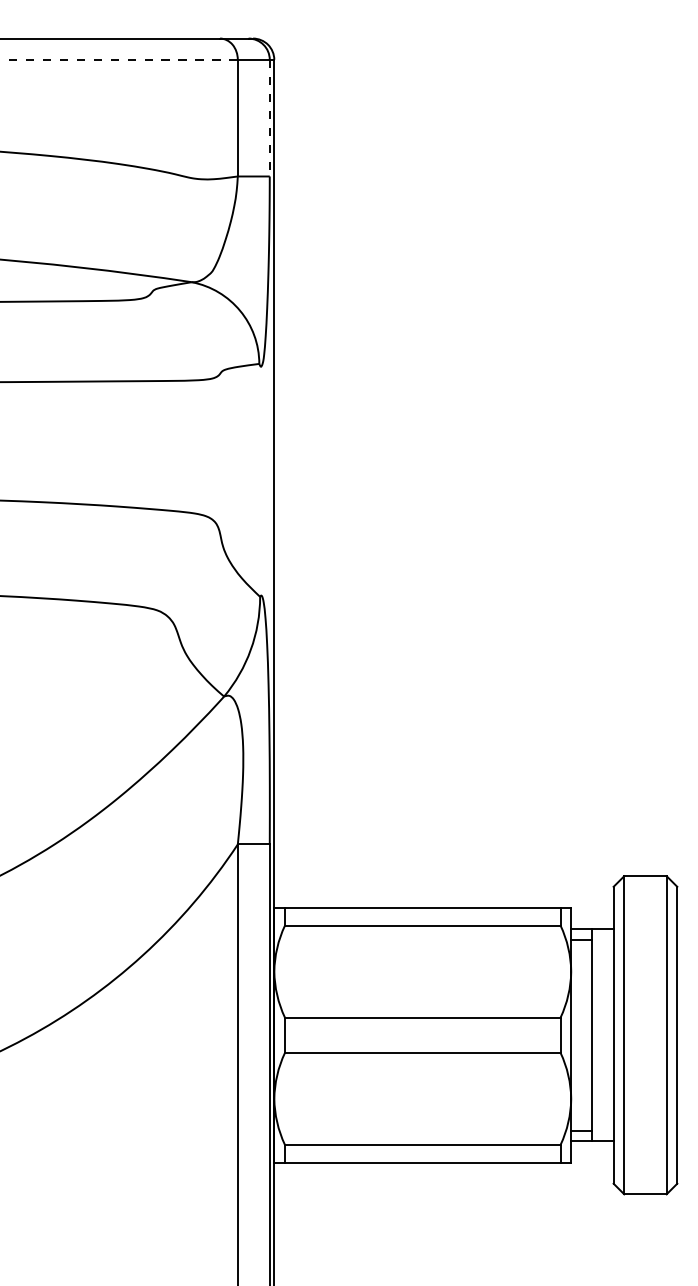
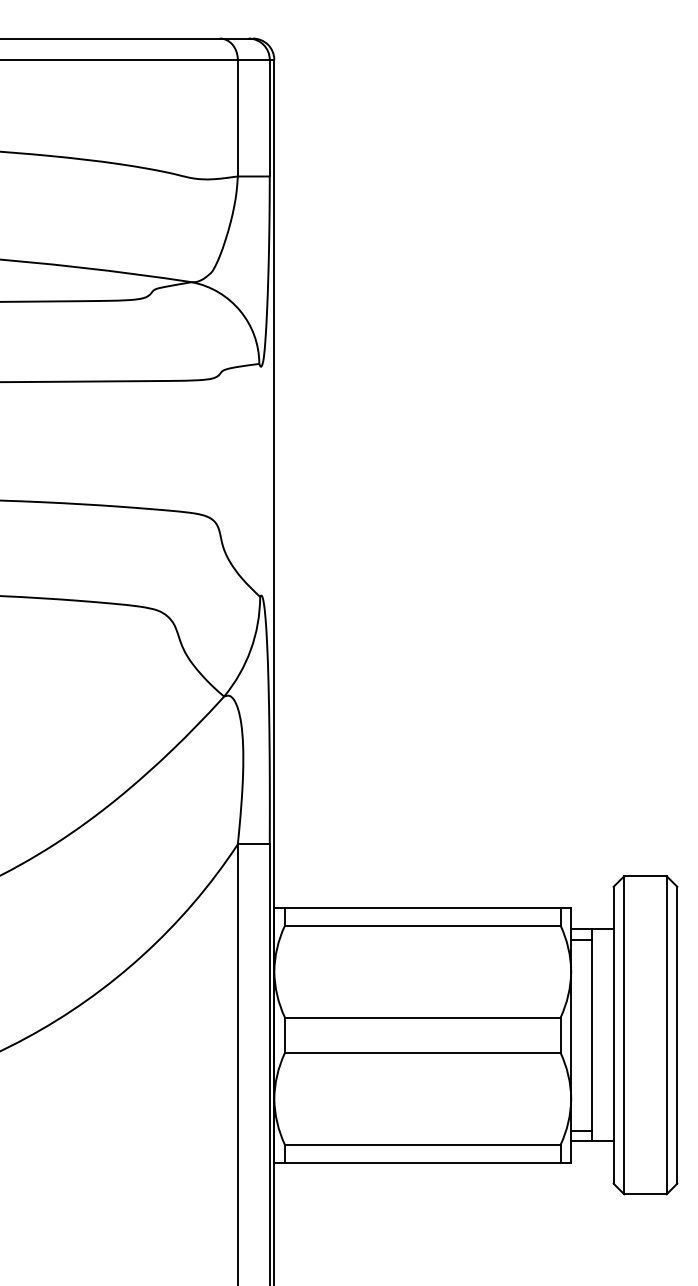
line at (118, 59): dashed -> solid
line at (269, 118): dashed -> solid
